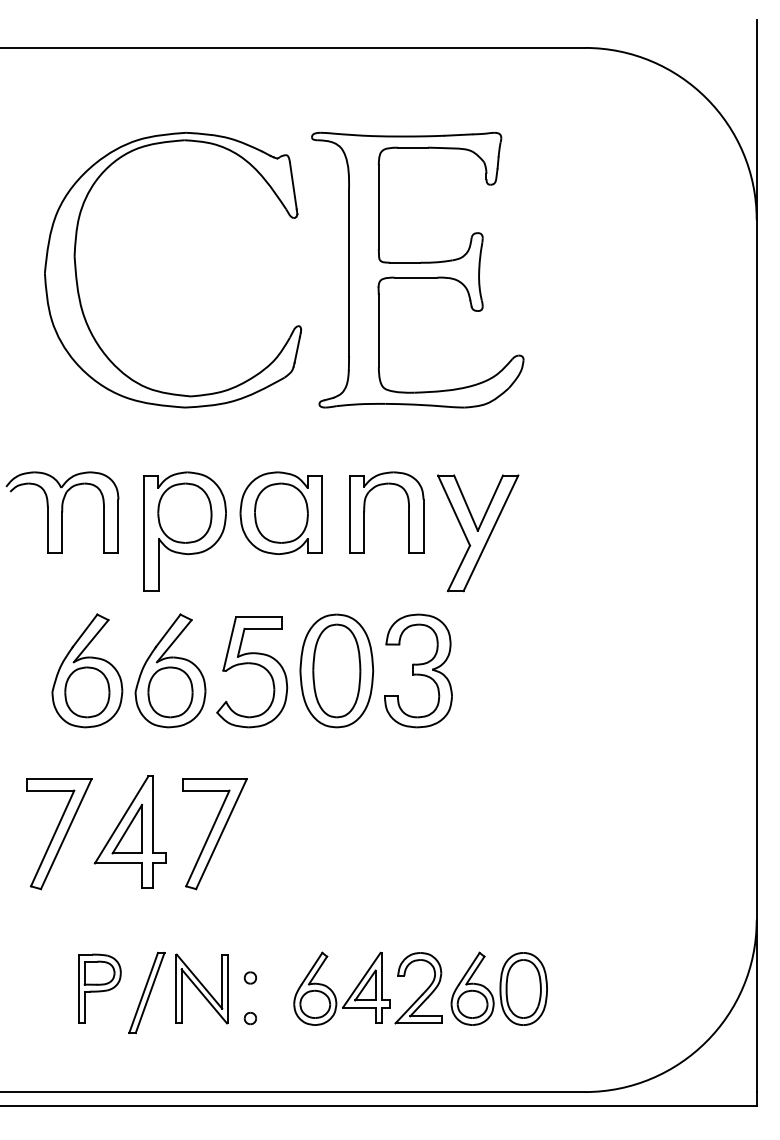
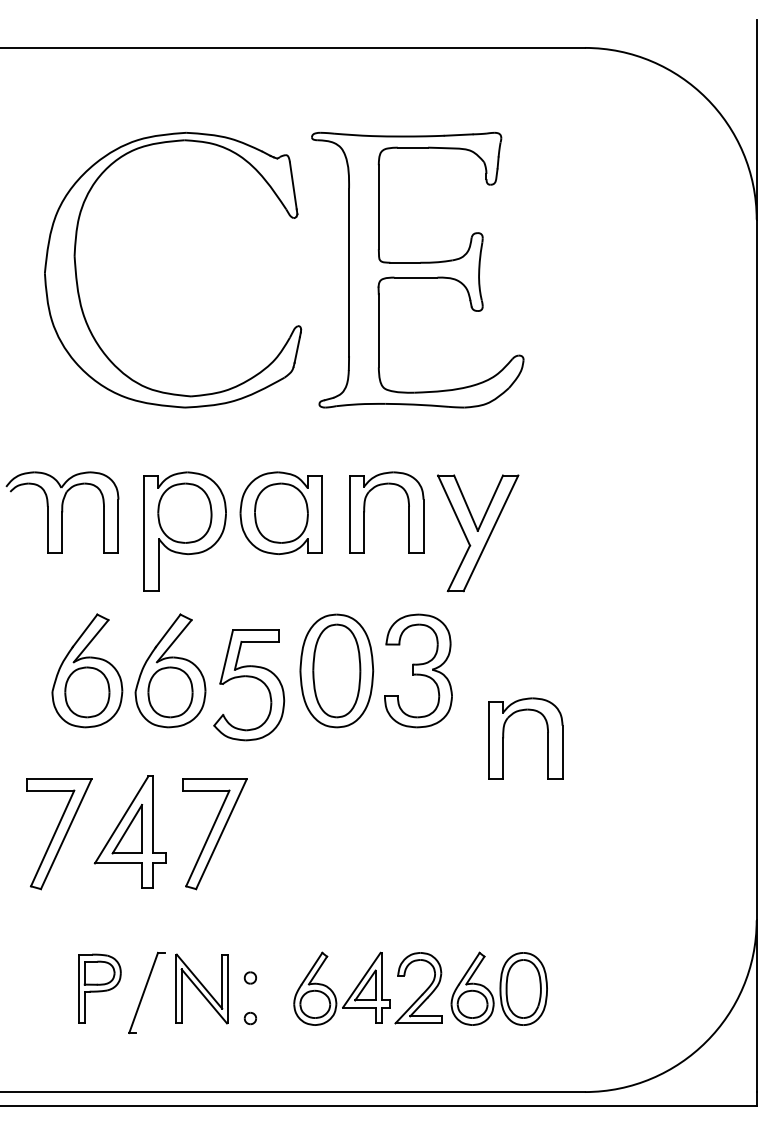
part at (252, 664) position: (252, 664) -> (249, 677)
part at (504, 737): none -> present
line at (149, 992): present -> none
